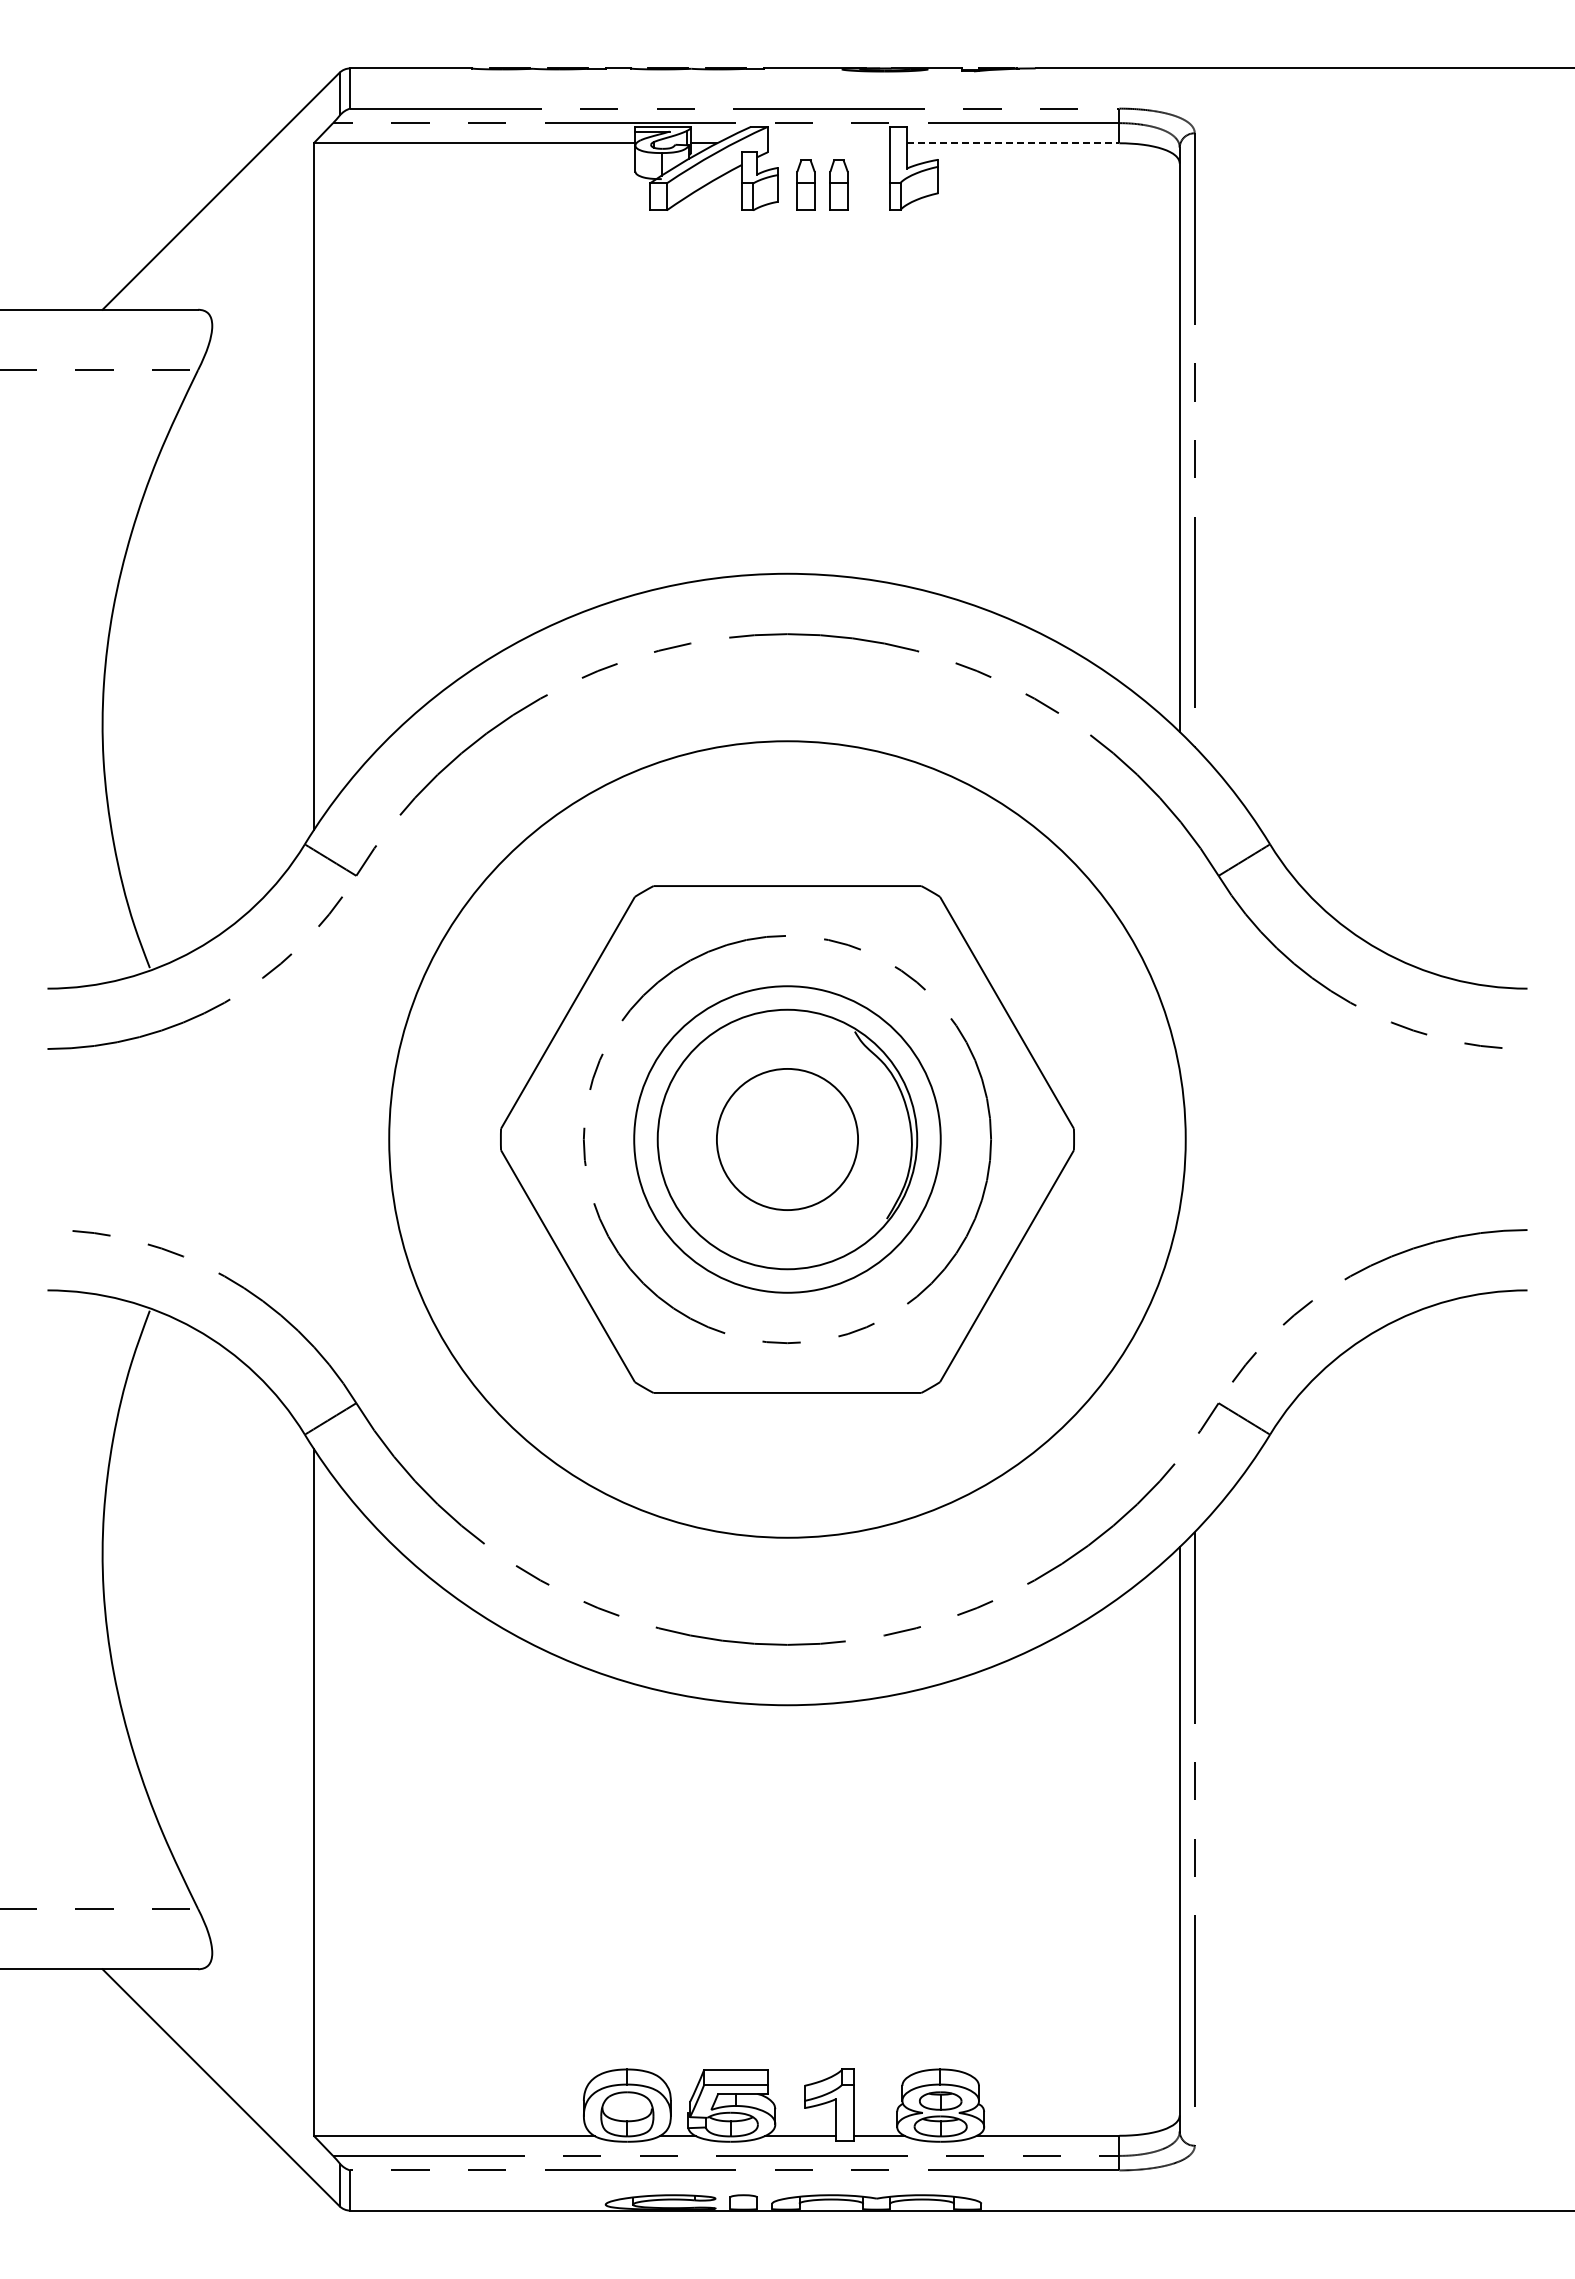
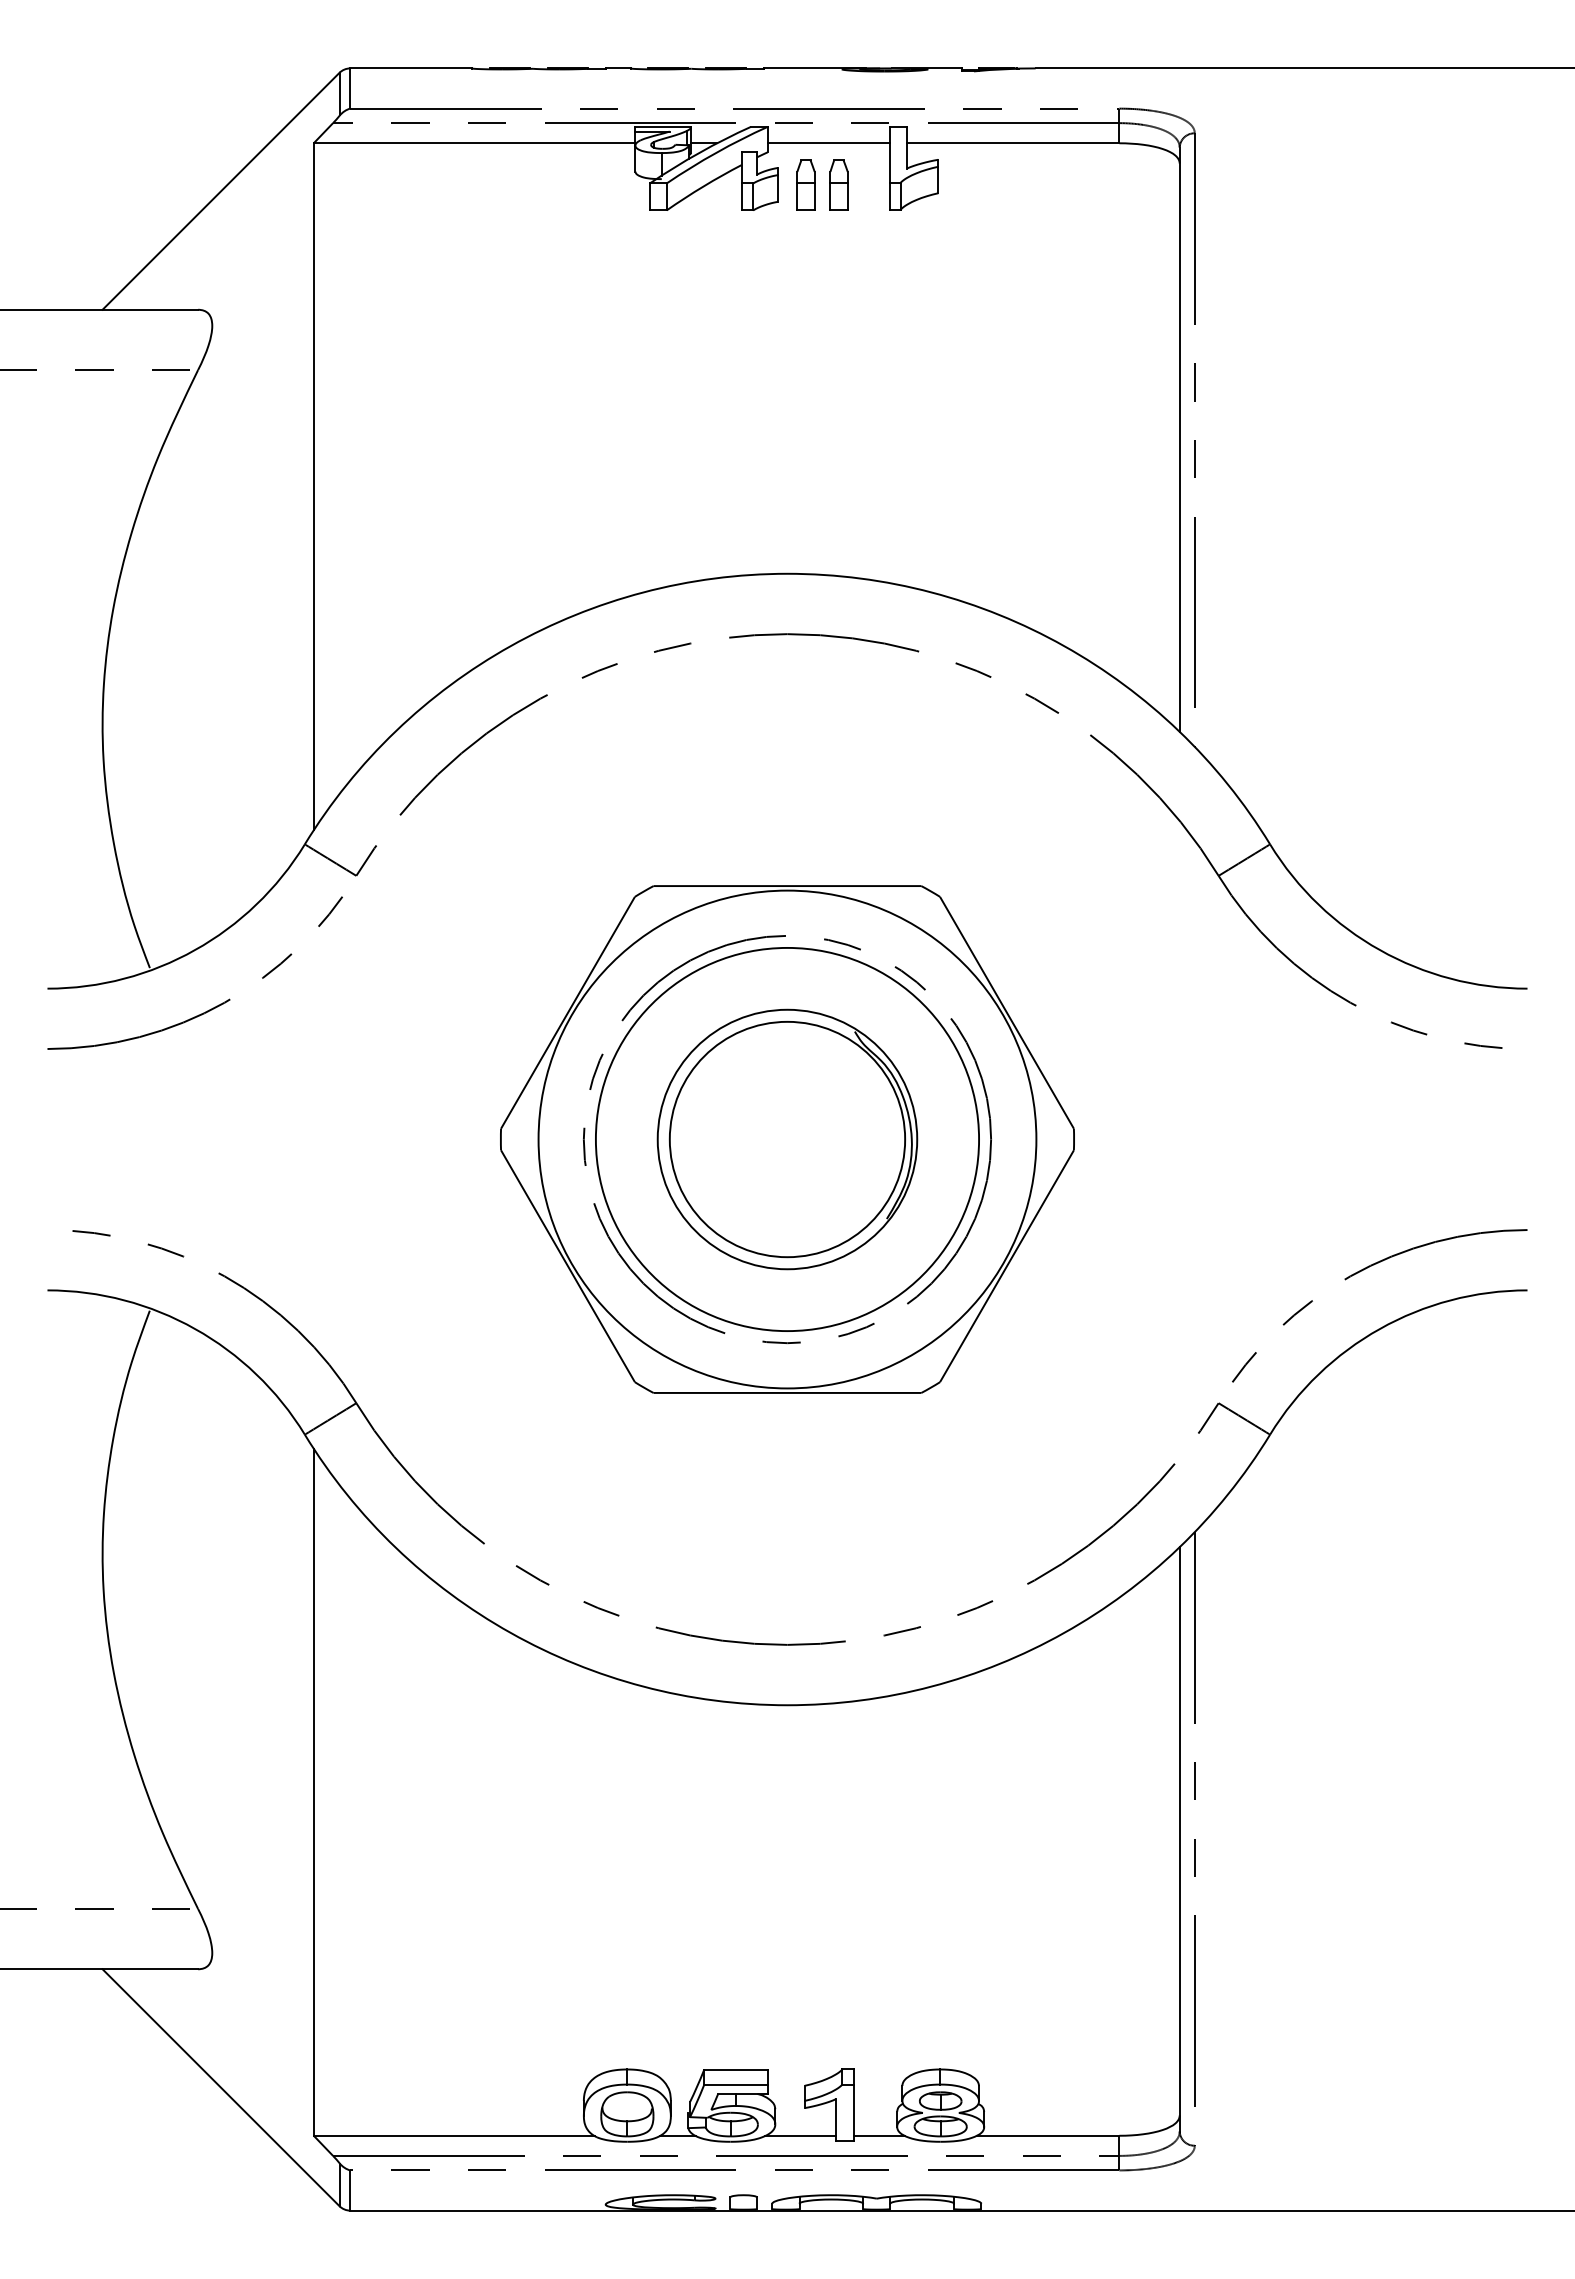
line at (828, 143): none -> present
line at (1013, 143): dashed -> solid
circle at (787, 1139) diameter: 141 px -> 235 px
circle at (787, 1139) diameter: 307 px -> 383 px
circle at (787, 1139) diameter: 797 px -> 498 px
